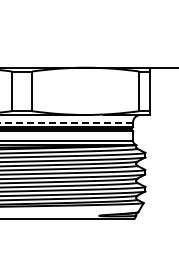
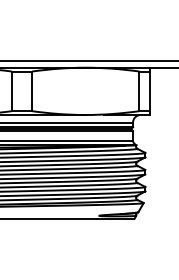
line at (88, 60): none -> present
line at (66, 122): dashed -> solid
